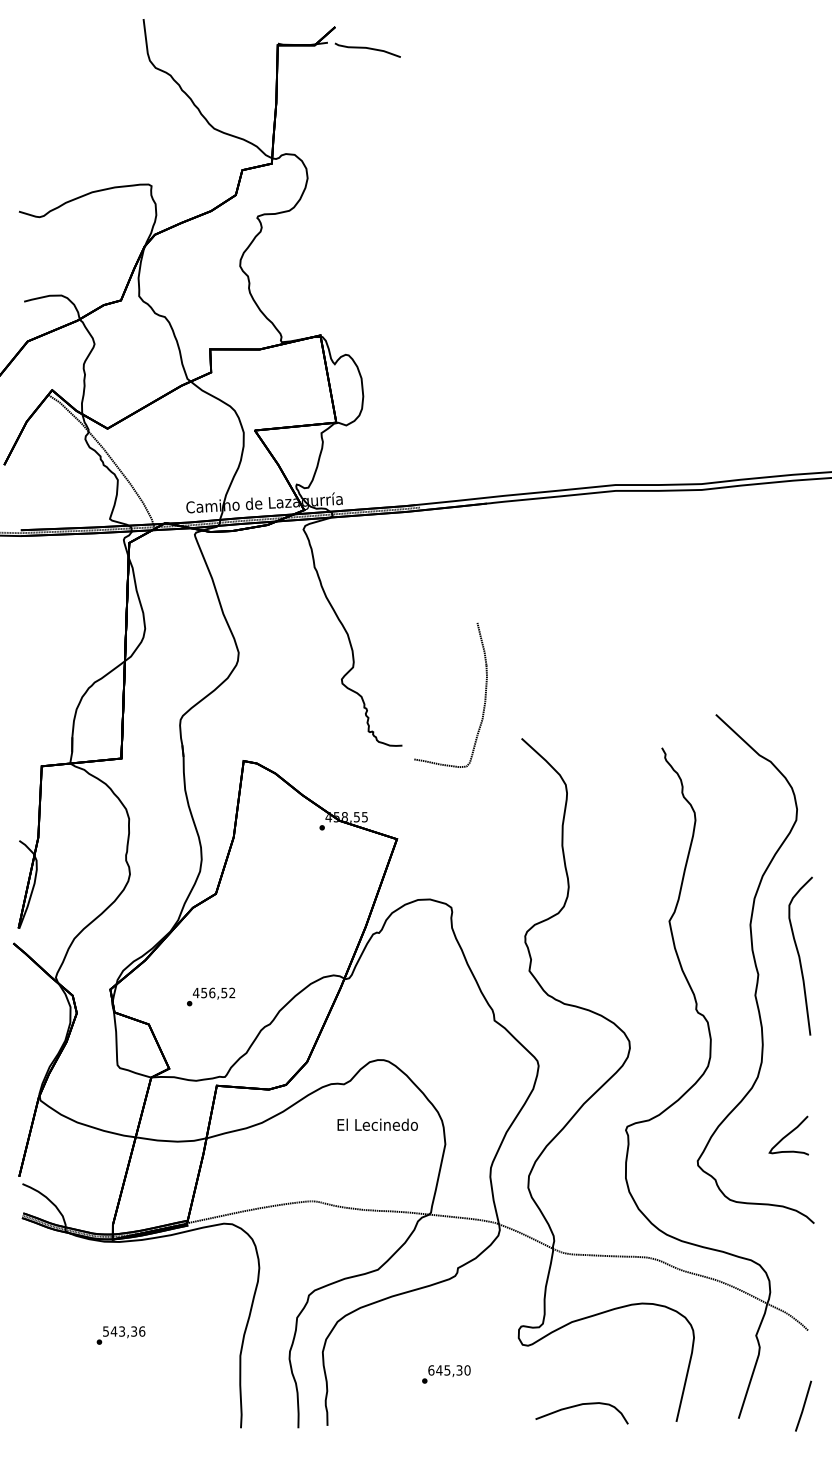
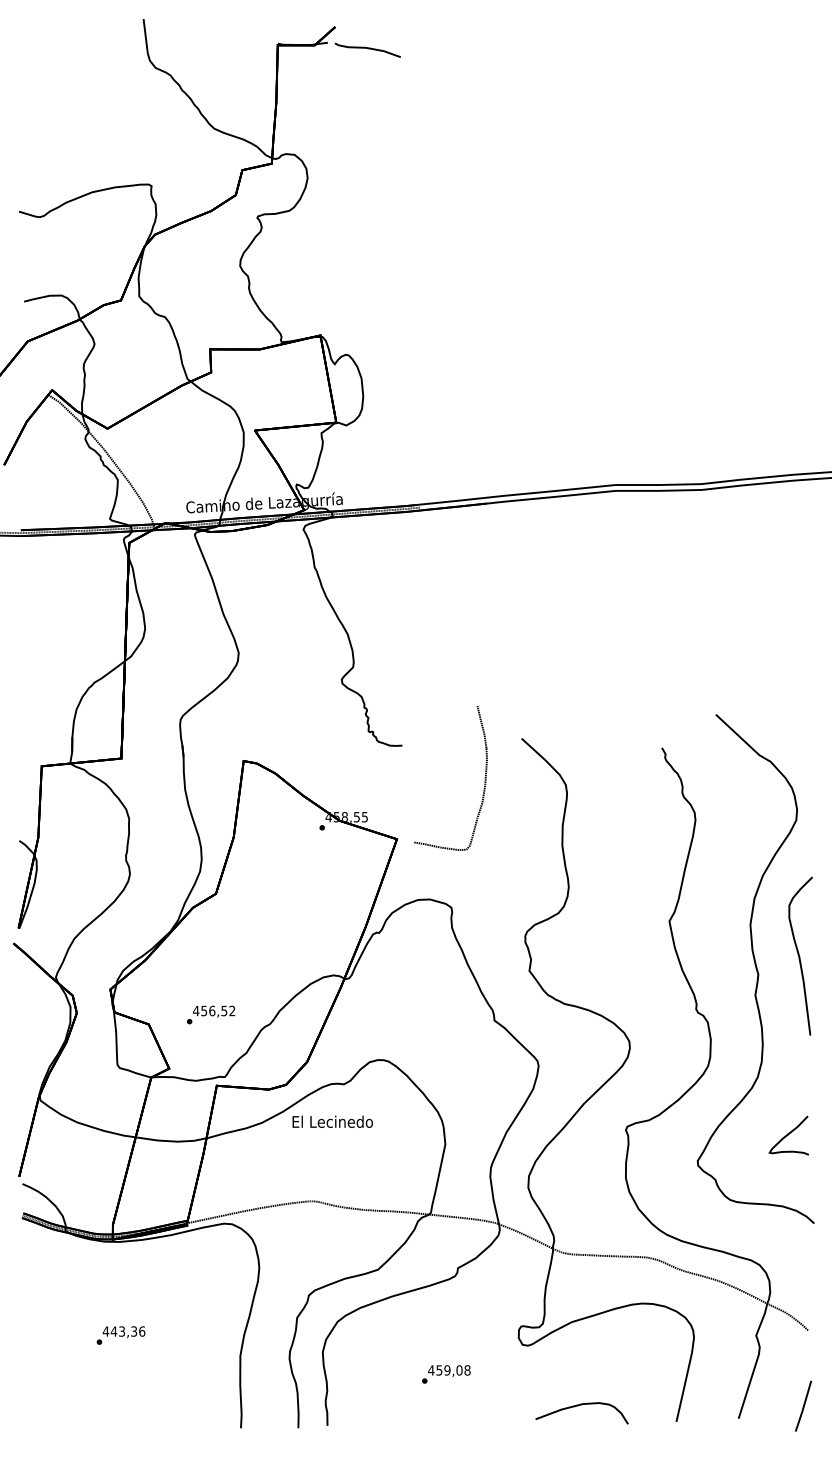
curve at (484, 694) position: (484, 694) -> (484, 777)
text at (211, 996) position: (211, 996) -> (211, 1014)
text at (377, 1124) position: (377, 1124) -> (332, 1121)
text at (105, 1331): 543,36 -> 443,36
text at (449, 1370): 645,30 -> 459,08
